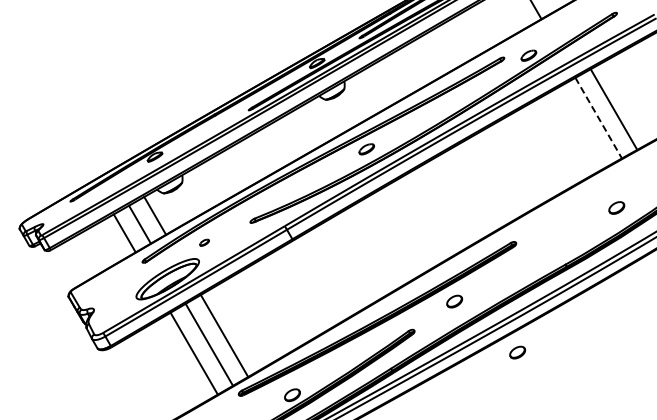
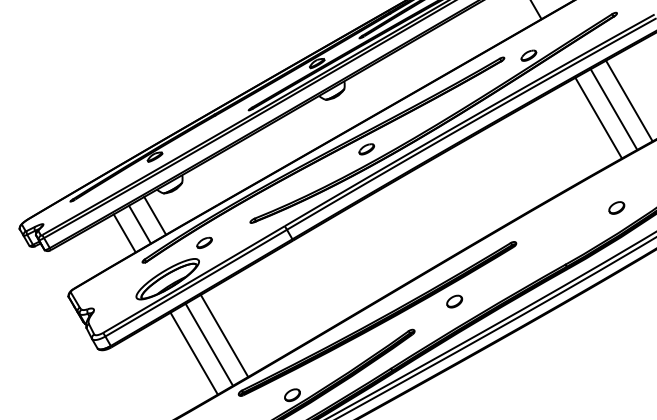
line at (628, 100): none -> present
line at (598, 118): dashed -> solid
part at (204, 242) size: 11x9 px -> 17x13 px
part at (517, 352): present -> none
